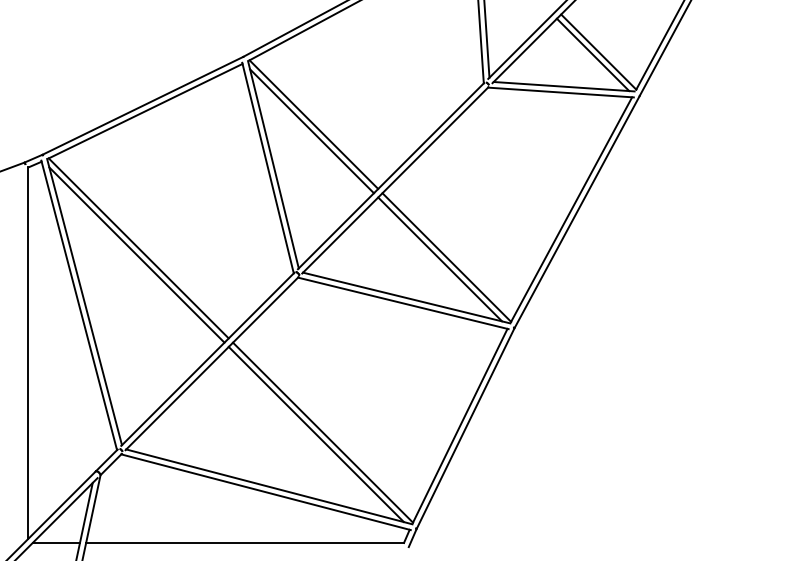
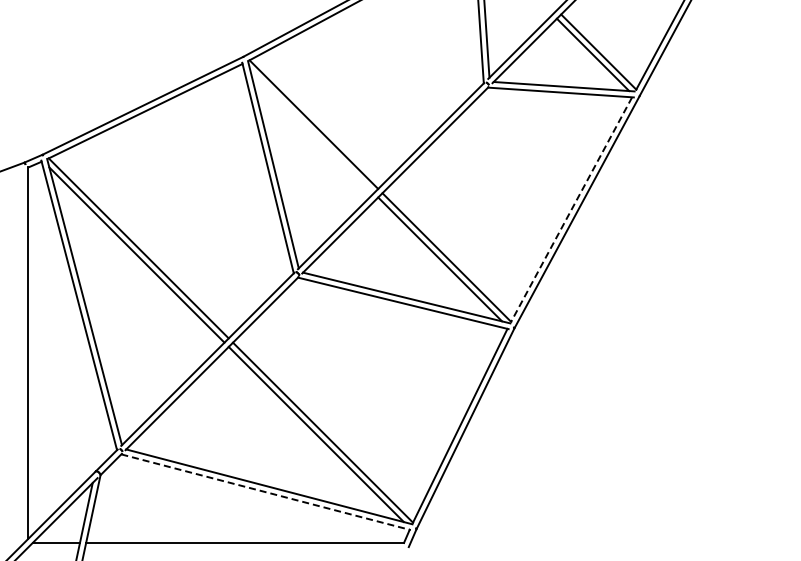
line at (311, 131): present -> none
line at (571, 209): solid -> dashed
line at (266, 492): solid -> dashed
